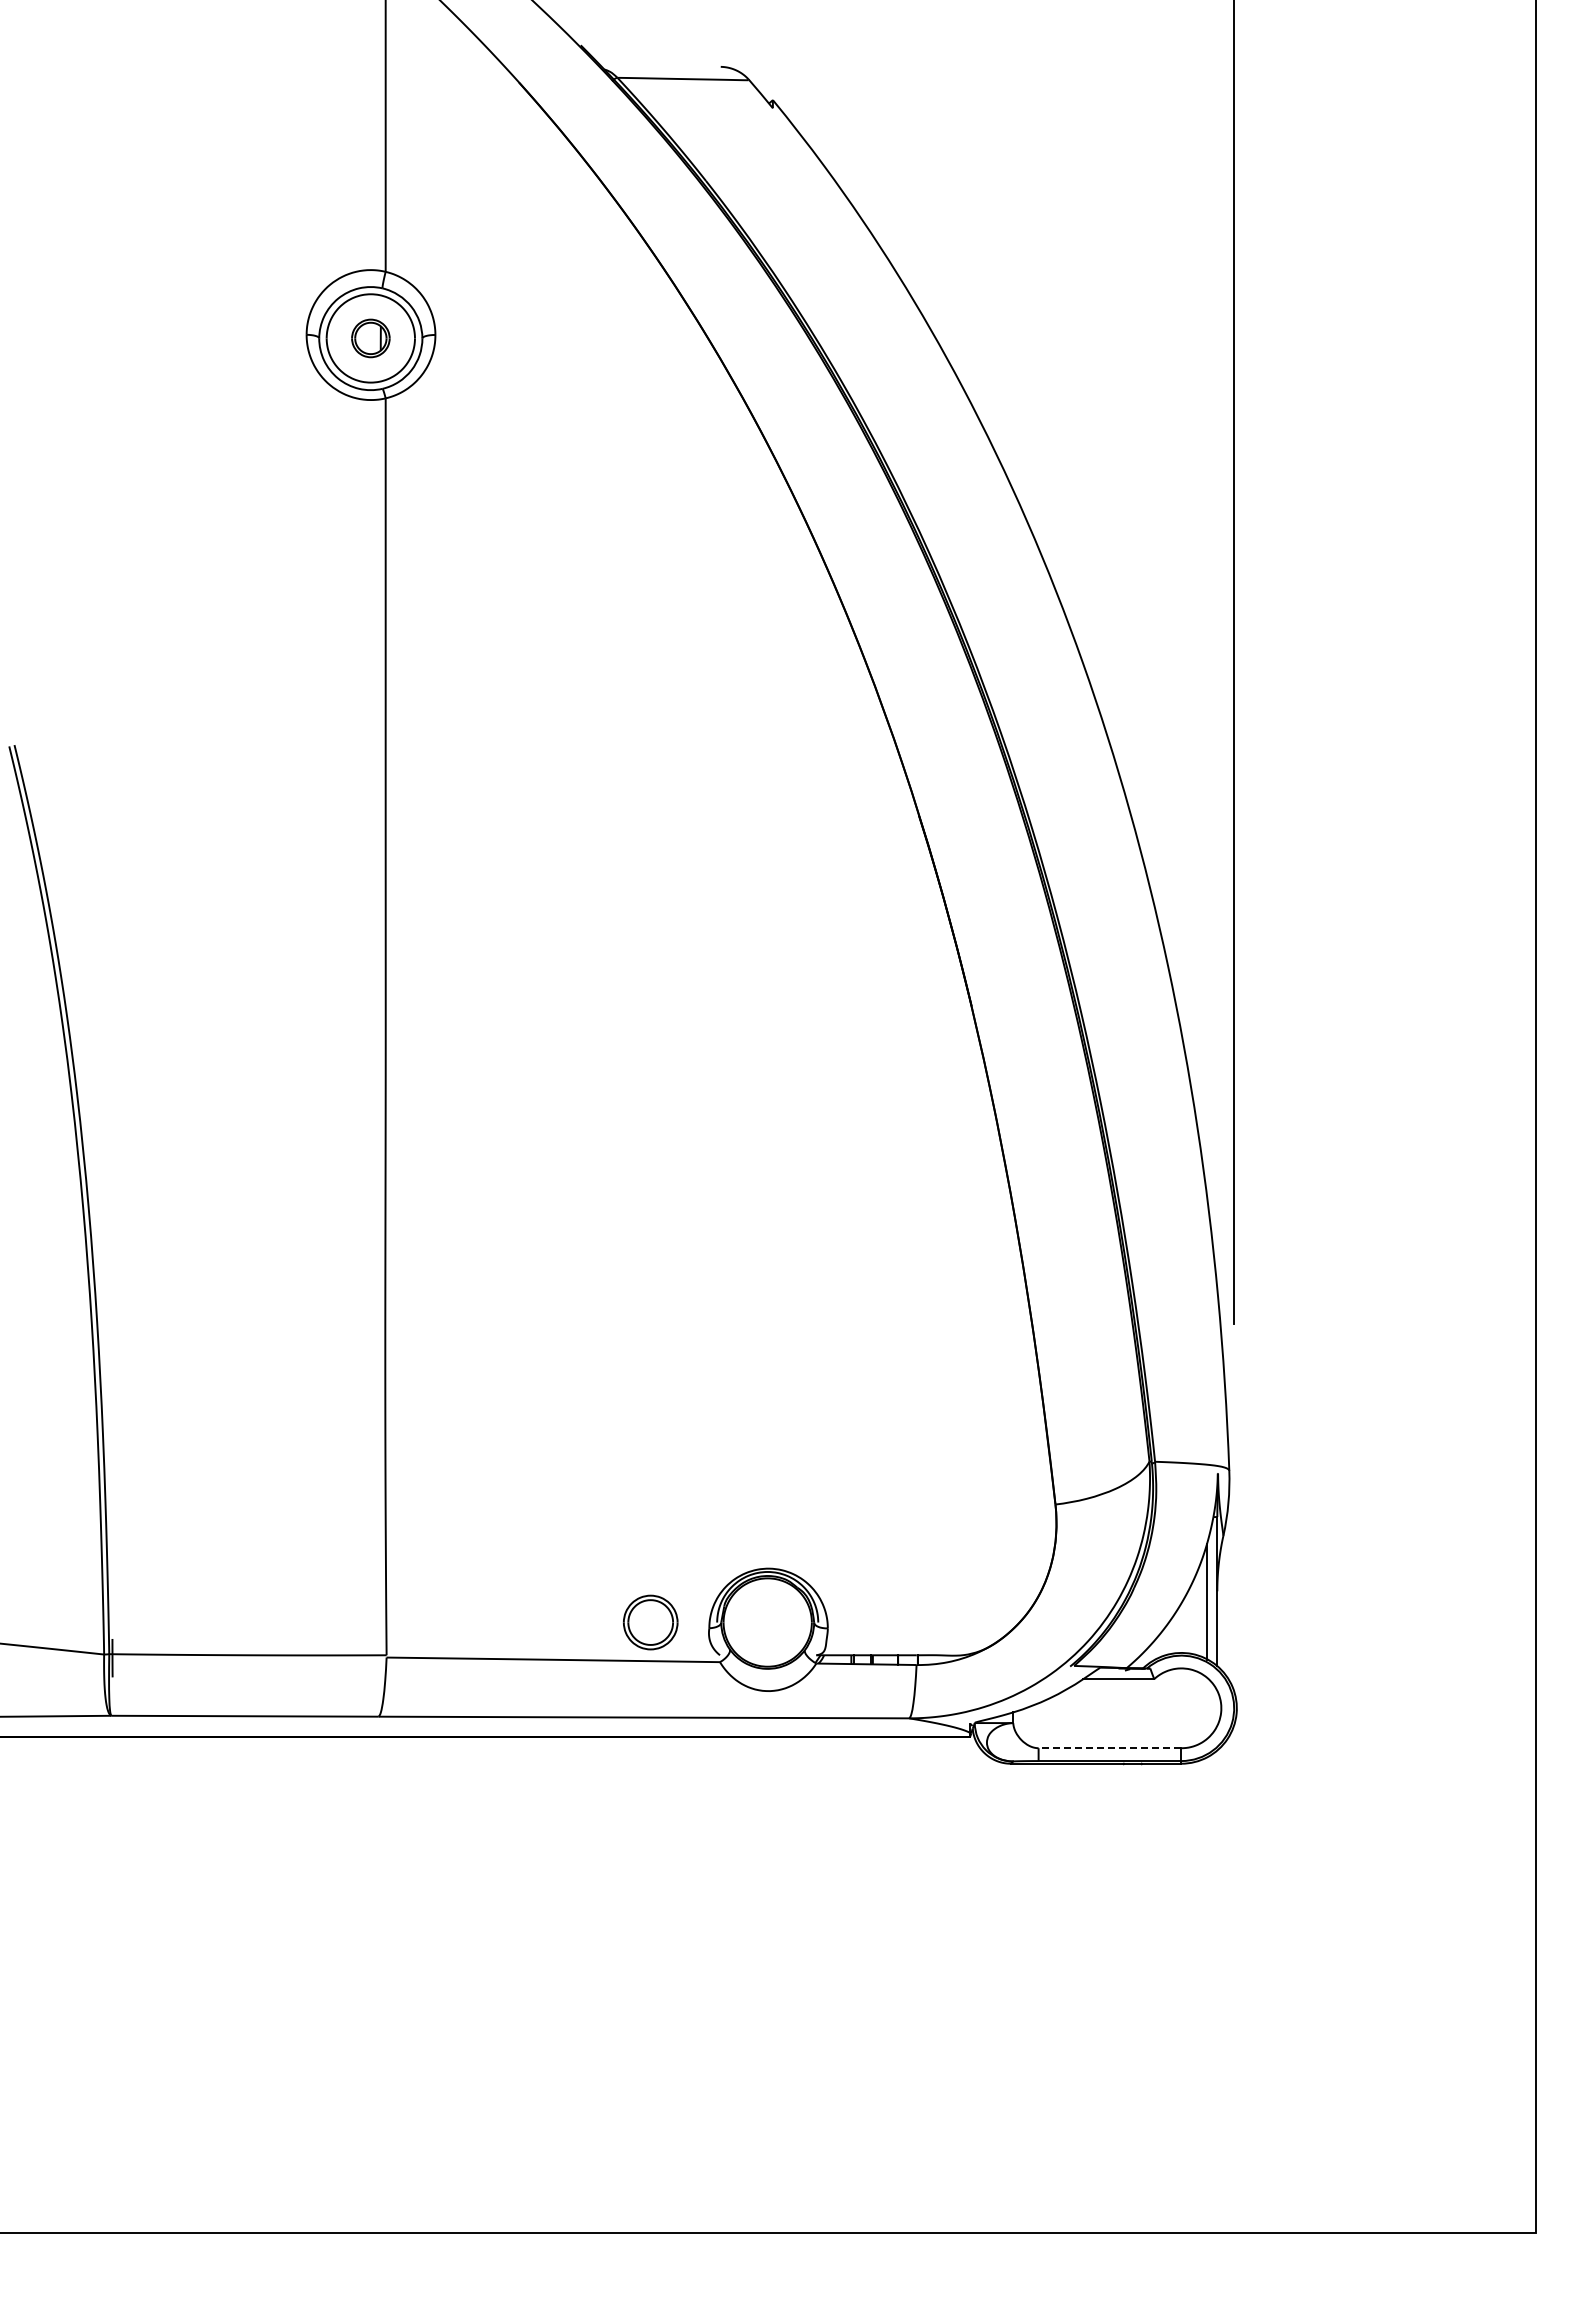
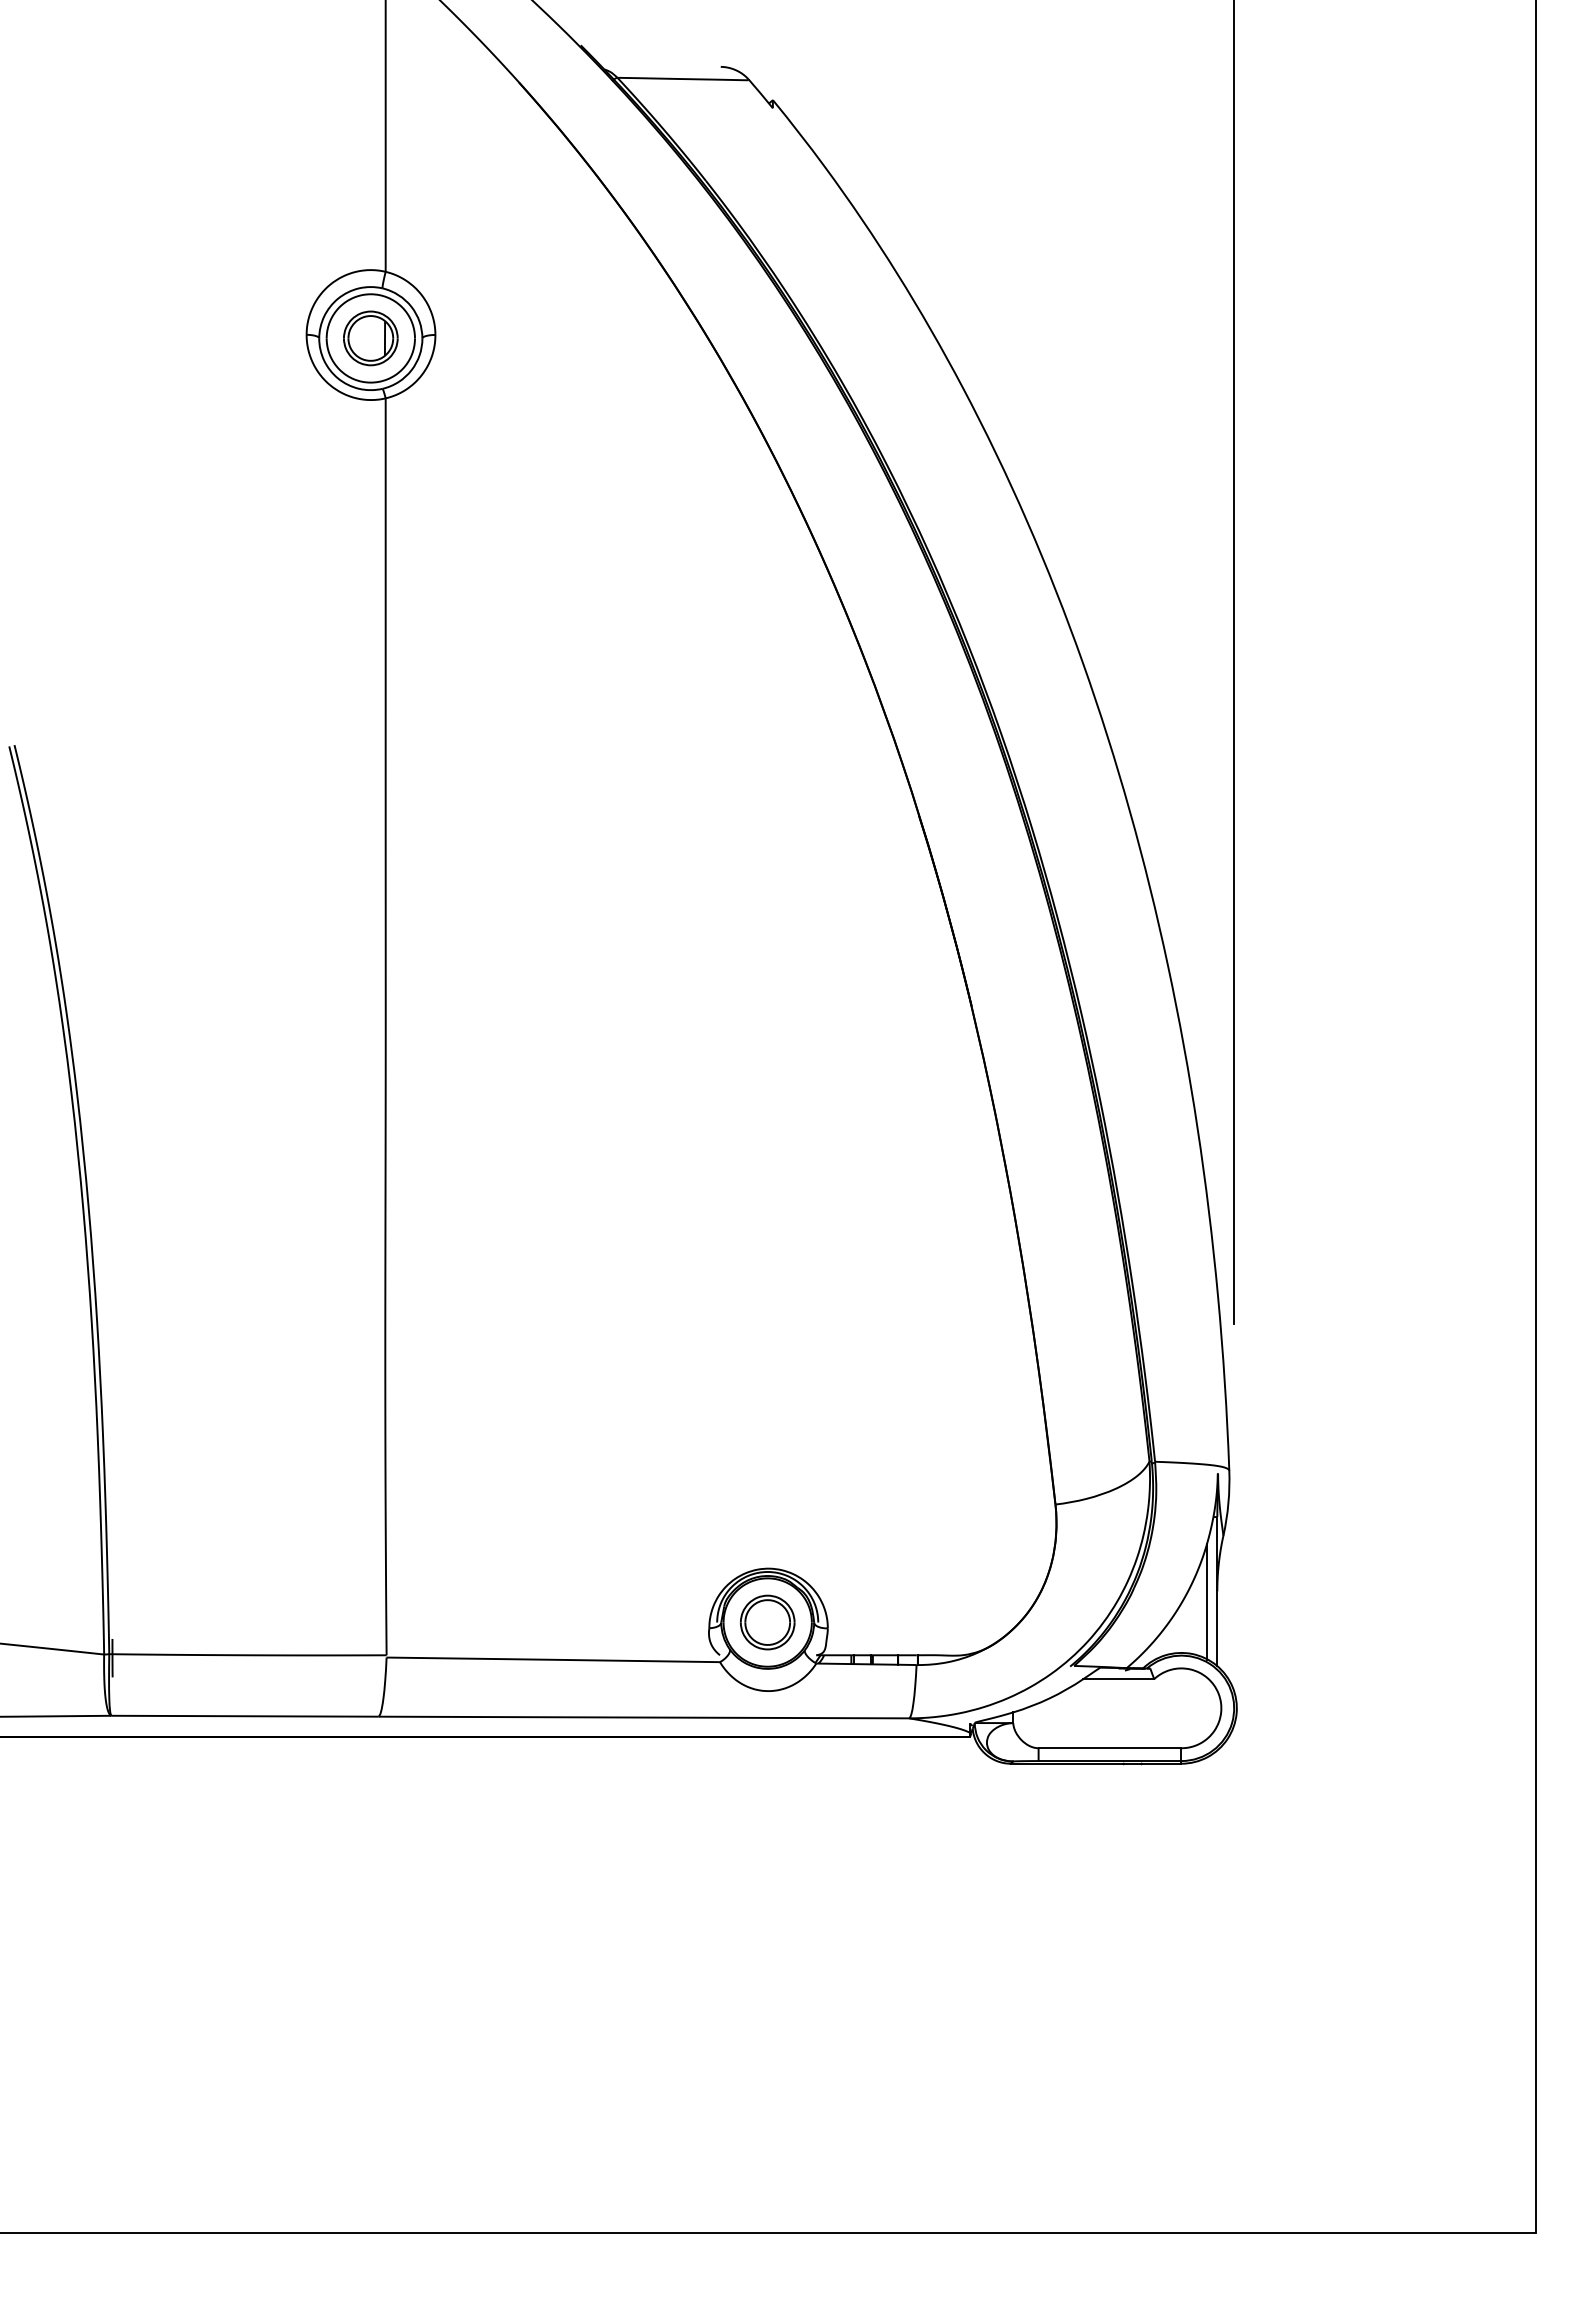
part at (370, 338) size: 40x41 px -> 56x57 px
part at (650, 1622) position: (650, 1622) -> (767, 1622)
line at (1109, 1748): dashed -> solid
